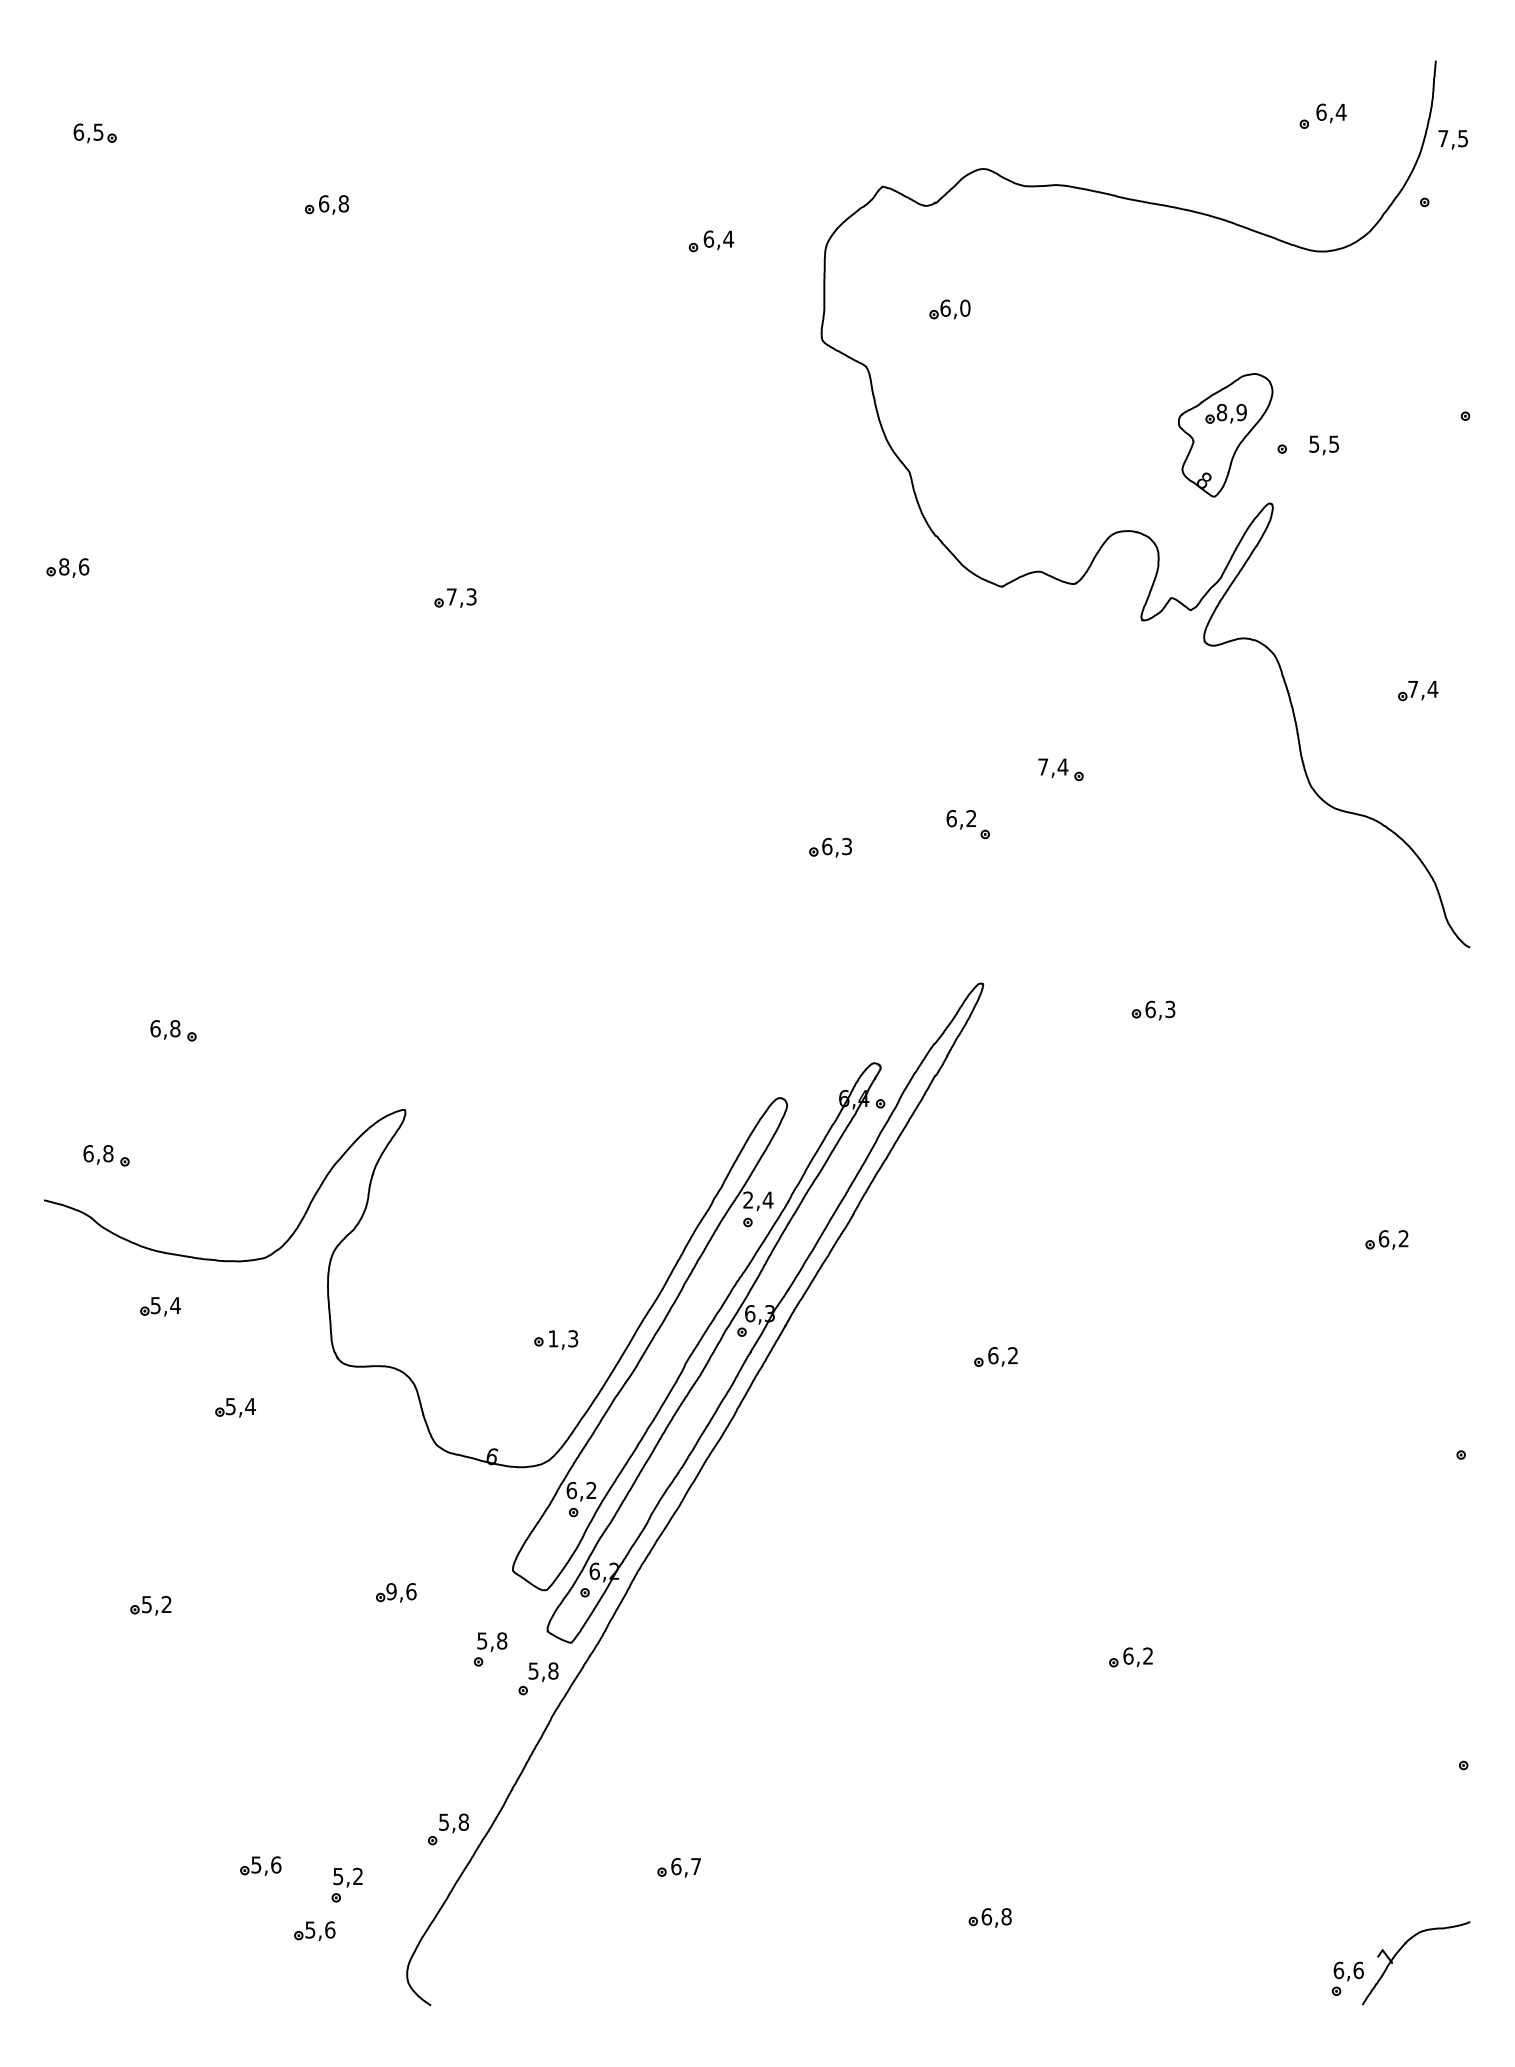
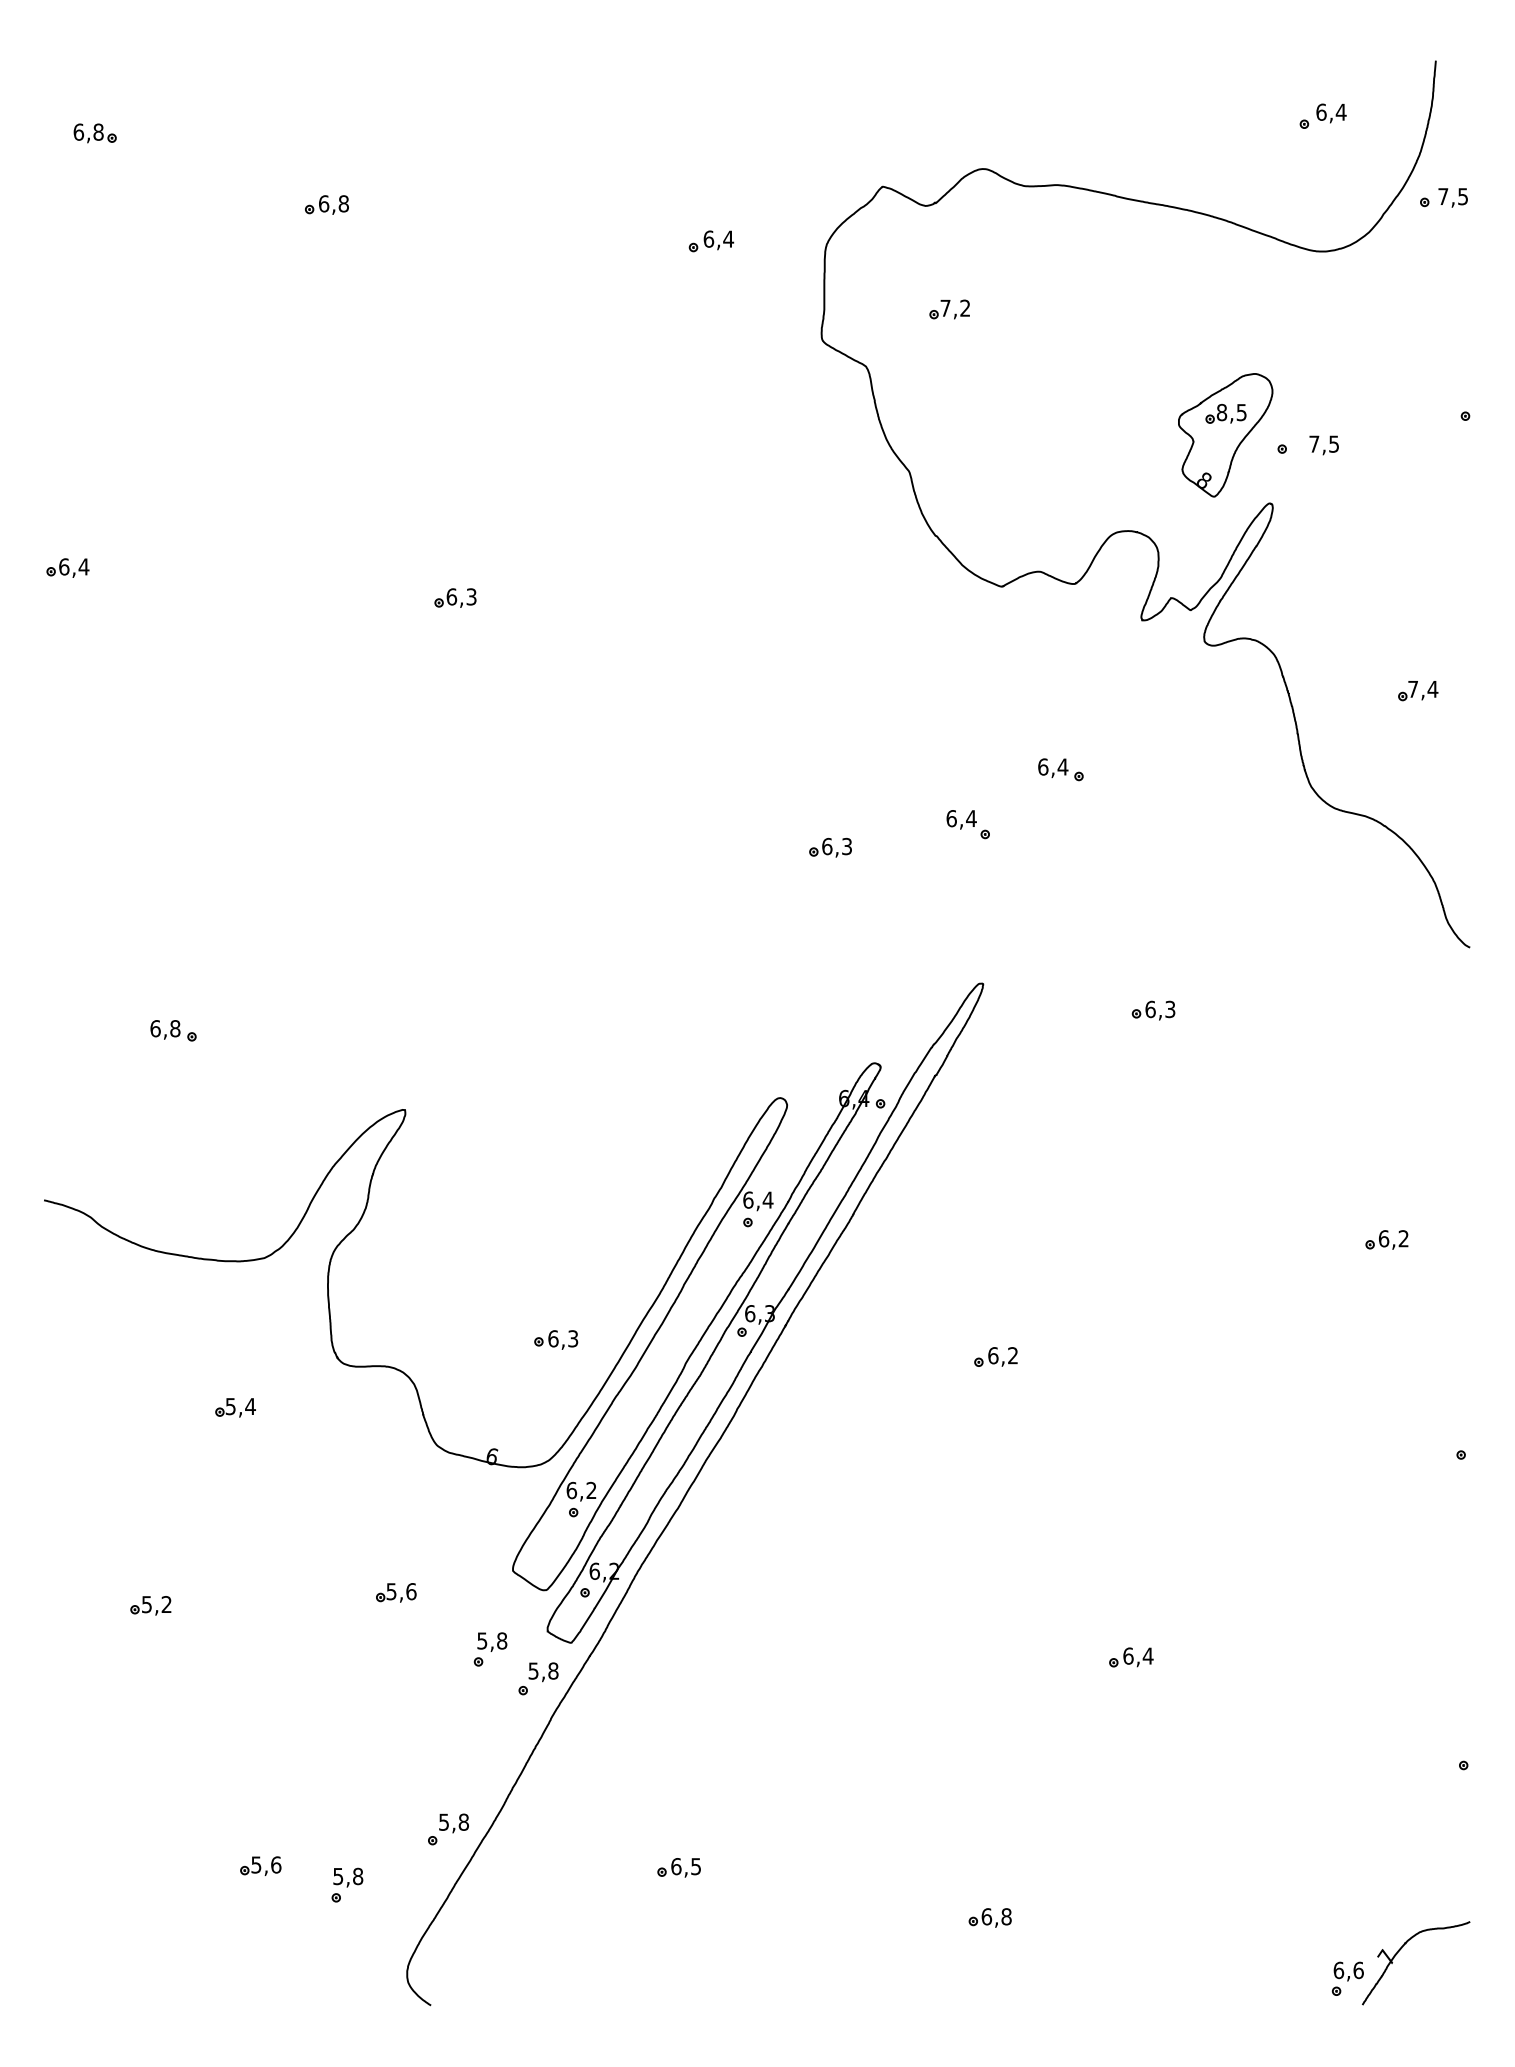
text at (98, 131): 6,5 -> 6,8
text at (1452, 139) position: (1452, 139) -> (1452, 197)
text at (955, 307): 6,0 -> 7,2
text at (1241, 411): 8,9 -> 8,5
text at (1314, 443): 5,5 -> 7,5
text at (74, 566): 8,6 -> 6,4
text at (451, 596): 7,3 -> 6,3
text at (1043, 766): 7,4 -> 6,4
text at (971, 818): 6,2 -> 6,4
part at (106, 1155): present -> none
text at (748, 1199): 2,4 -> 6,4
part at (160, 1306): present -> none
text at (553, 1338): 1,3 -> 6,3
text at (391, 1591): 9,6 -> 5,6
text at (1147, 1655): 6,2 -> 6,4
text at (695, 1866): 6,7 -> 6,5
text at (358, 1876): 5,2 -> 5,8
part at (314, 1930): present -> none
